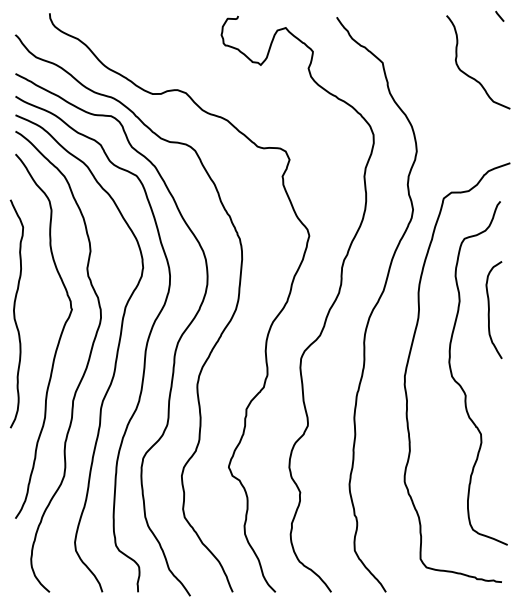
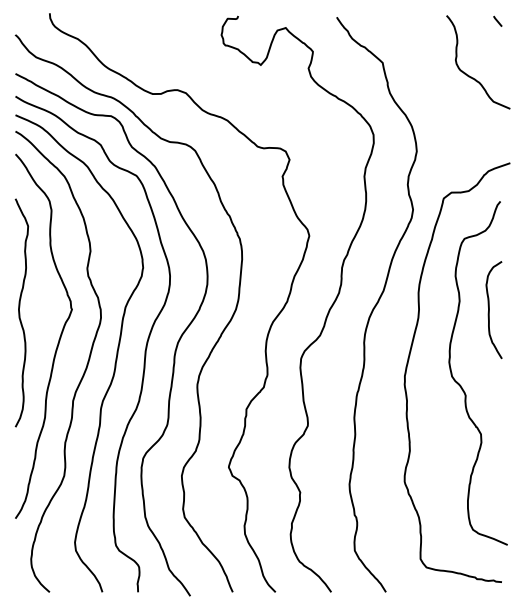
line at (499, 15) position: (499, 15) -> (497, 20)
curve at (15, 313) position: (15, 313) -> (20, 312)
